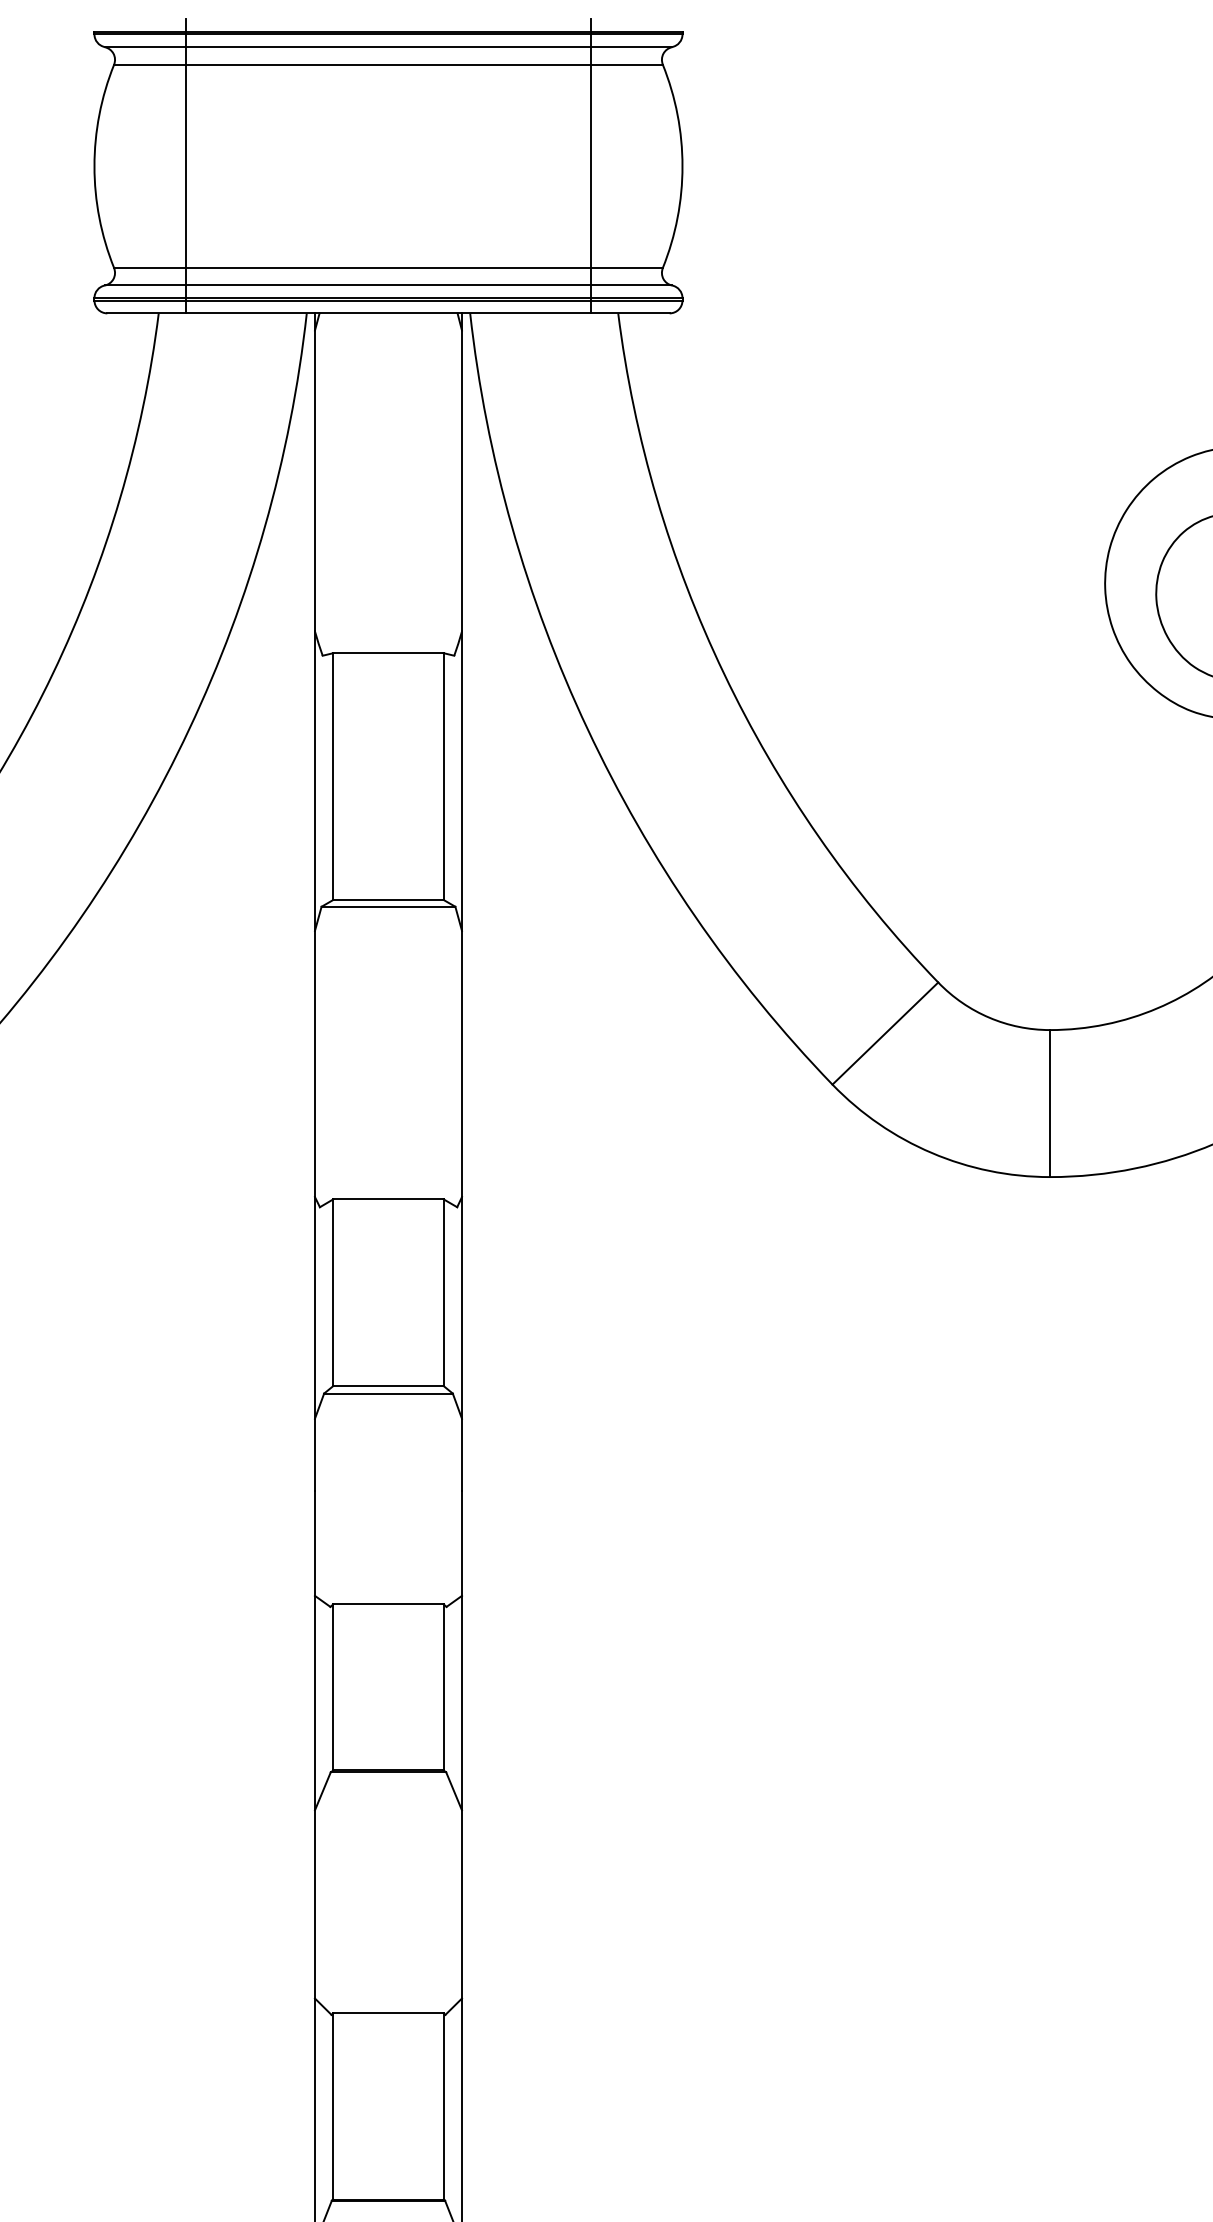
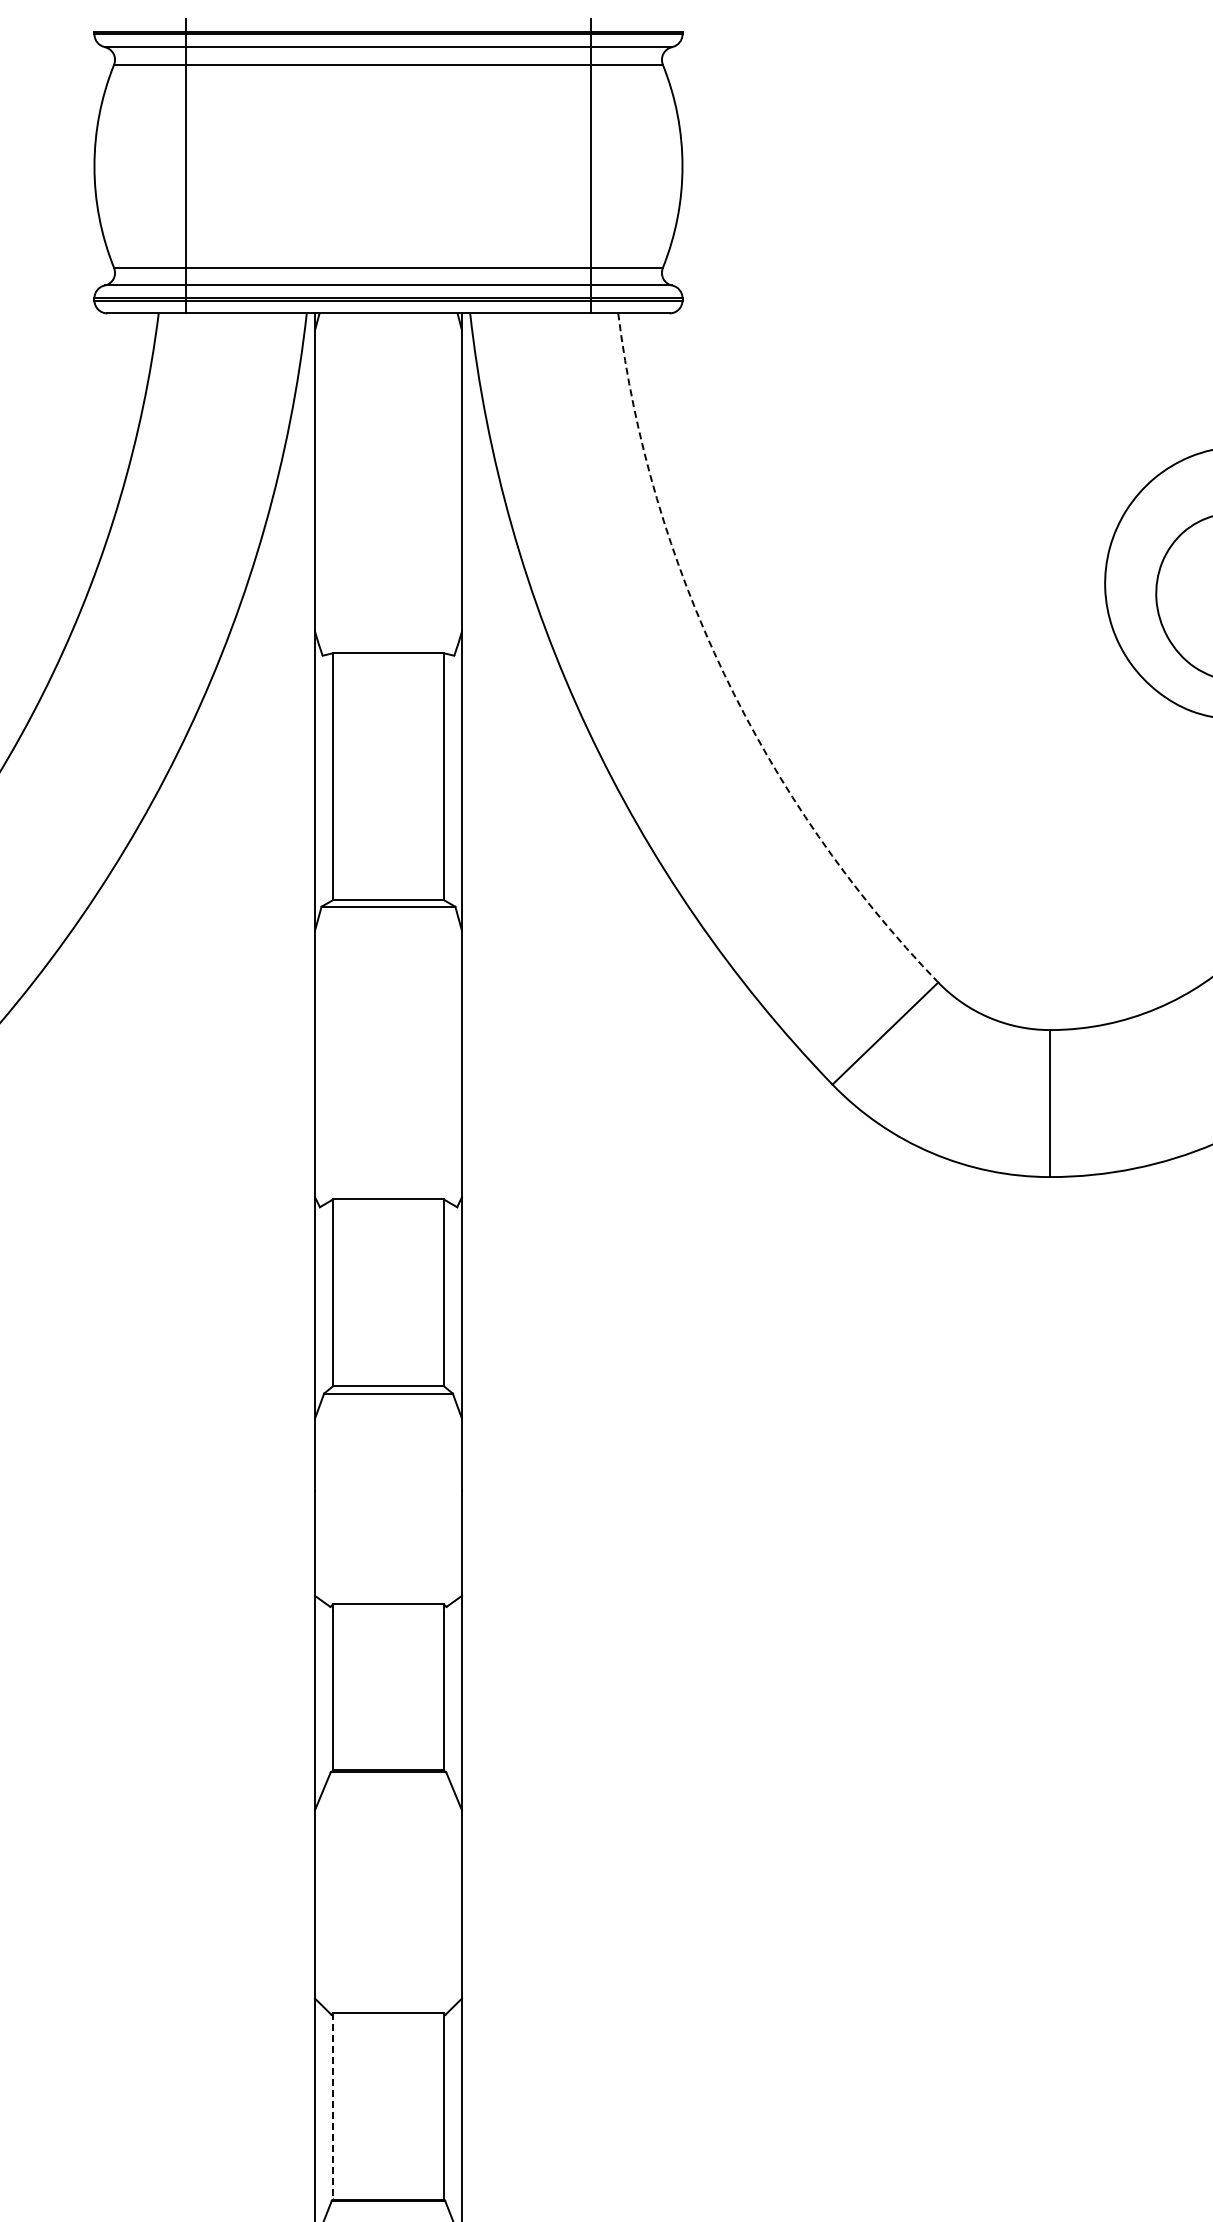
arc at (724, 673): solid -> dashed
line at (333, 2106): solid -> dashed
